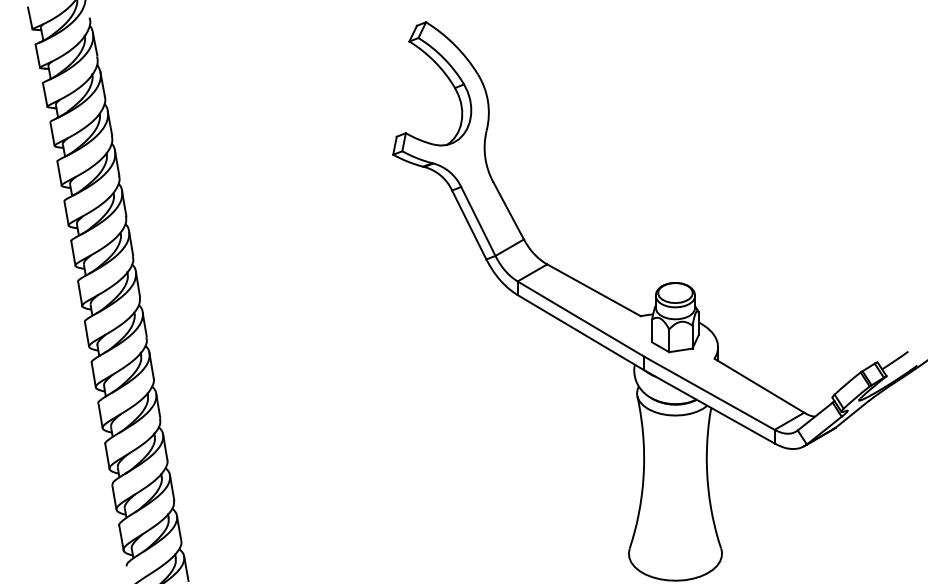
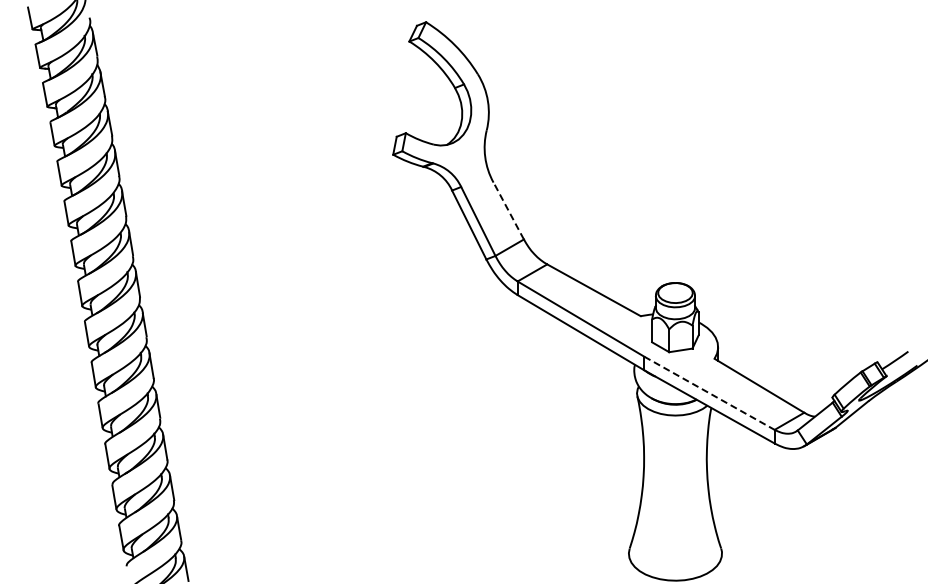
line at (508, 210): solid -> dashed
line at (709, 393): solid -> dashed
